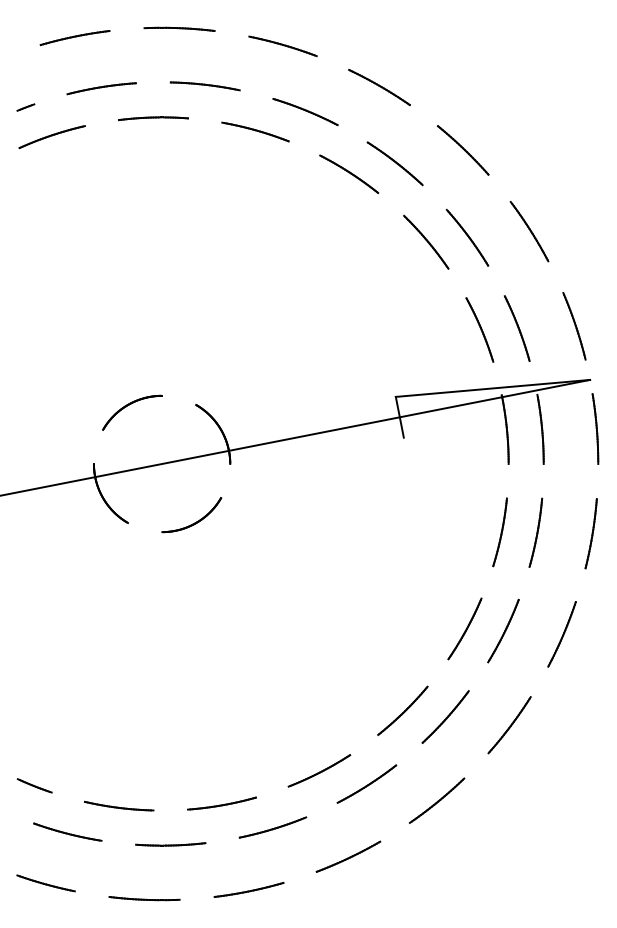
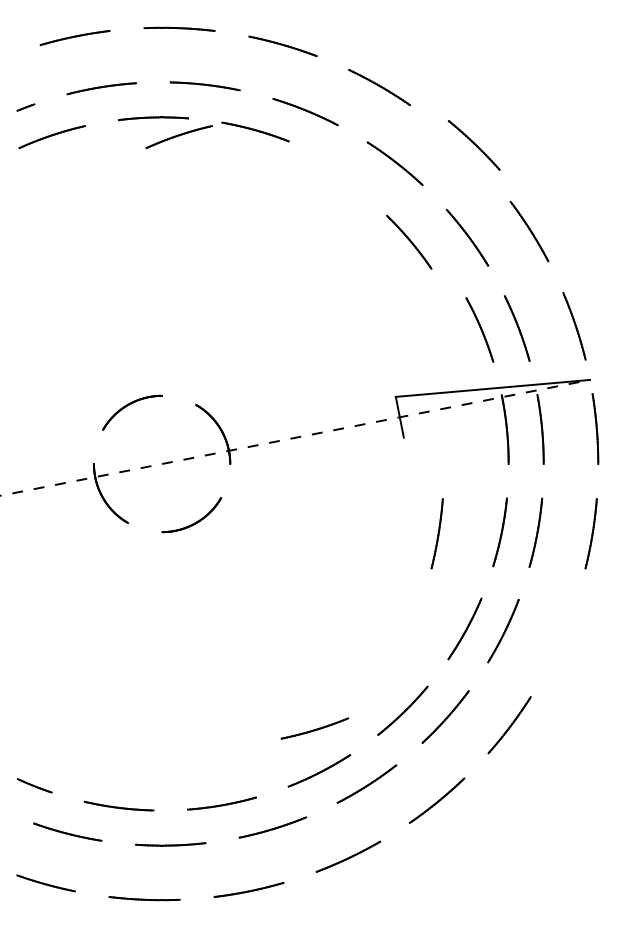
part at (178, 137): none -> present
part at (462, 150) position: (462, 150) -> (473, 145)
part at (349, 174): present -> none
part at (426, 241) position: (426, 241) -> (409, 241)
line at (295, 437): solid -> dashed
part at (436, 533): none -> present
part at (561, 634): present -> none
part at (314, 728): none -> present
